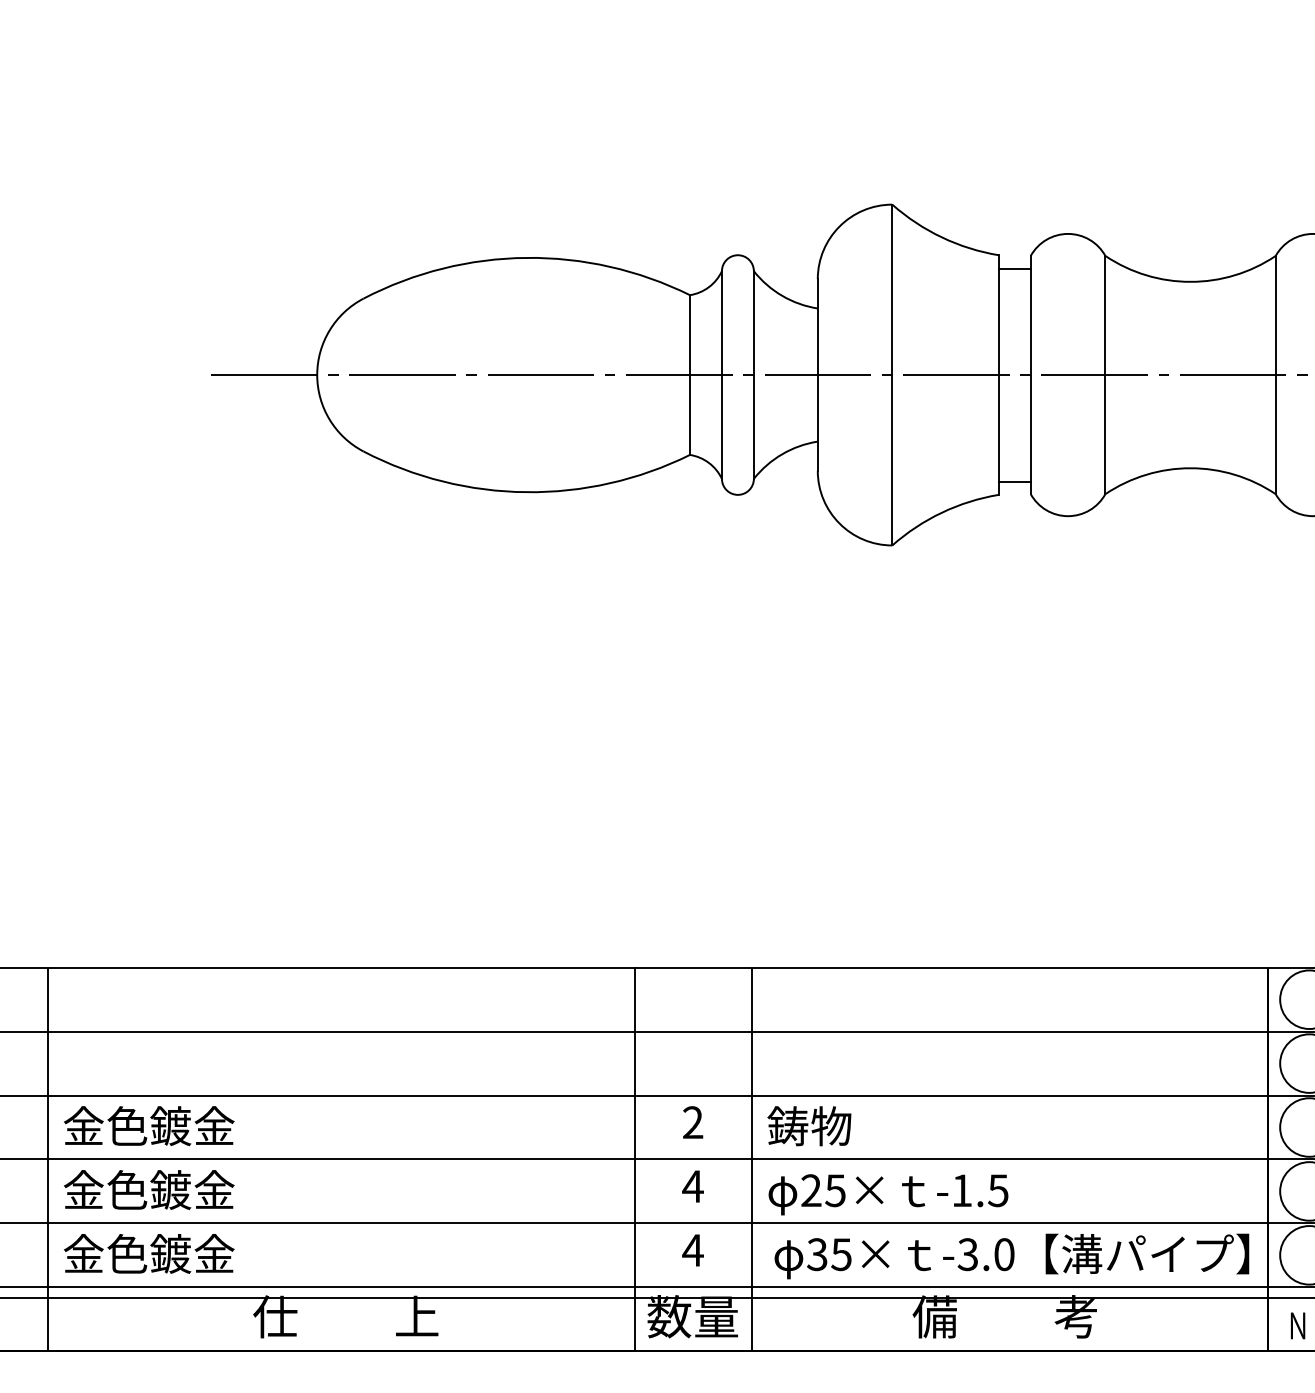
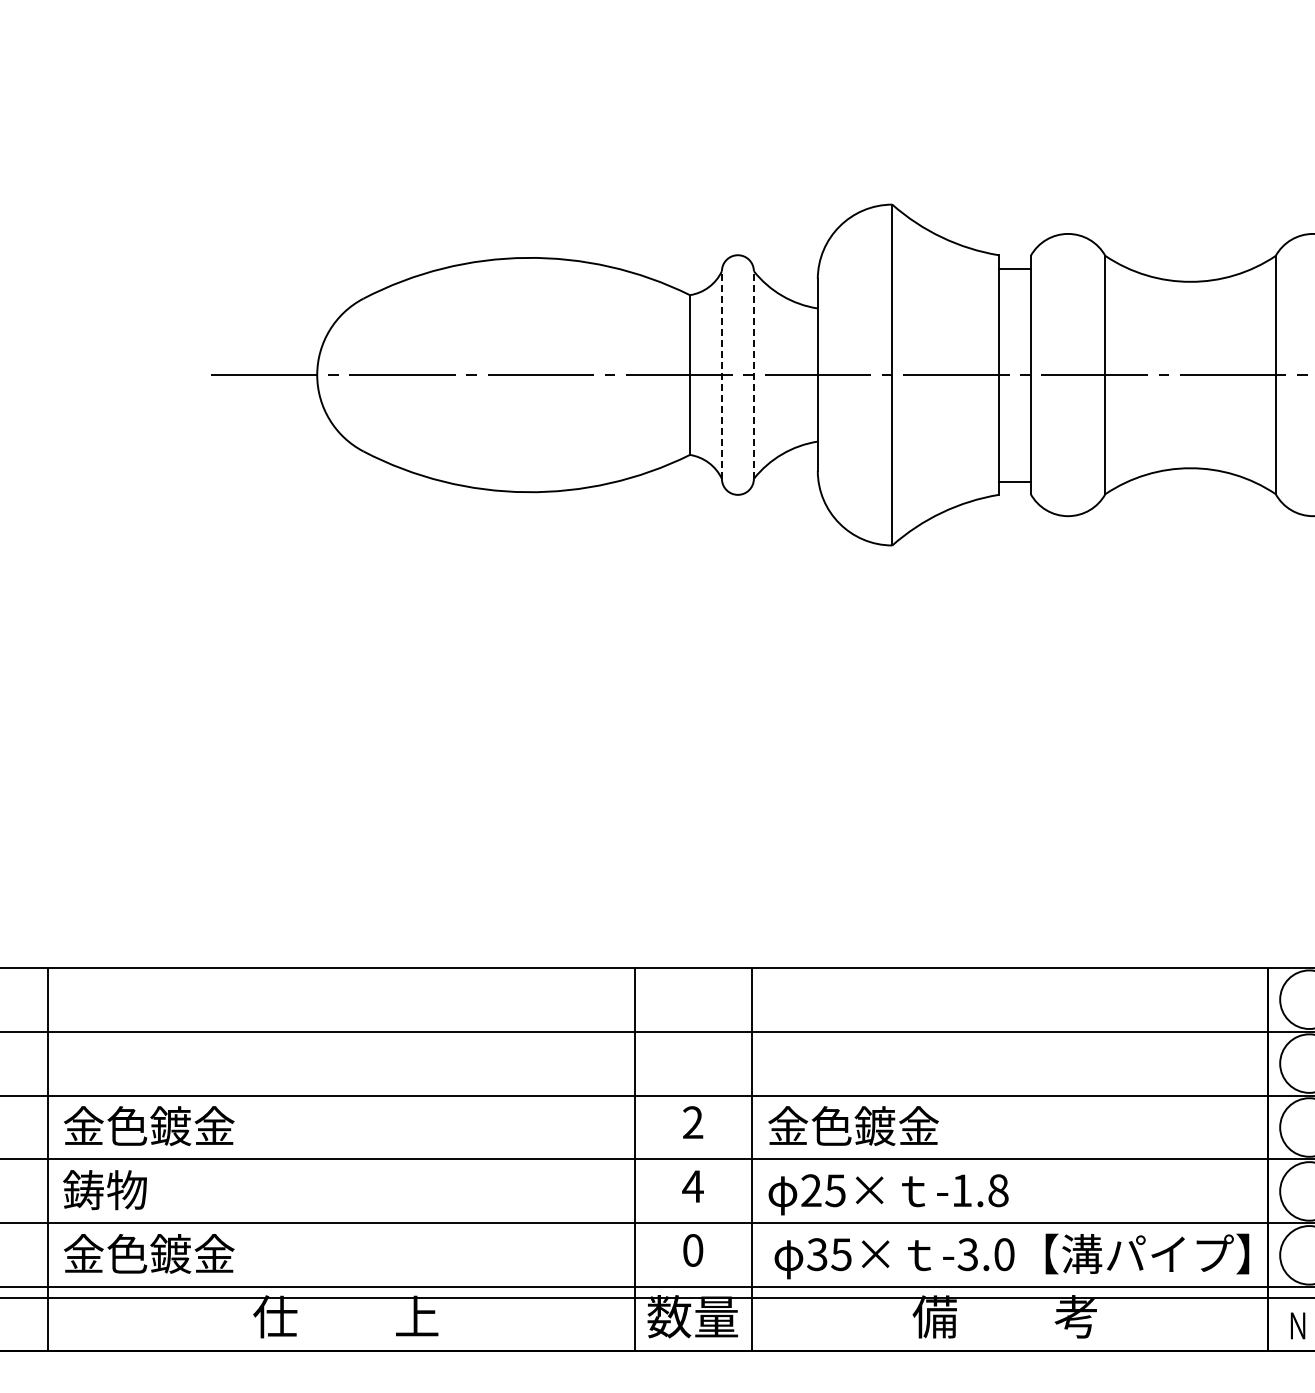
line at (721, 375): solid -> dashed
line at (753, 375): solid -> dashed
text at (852, 1126): 鋳物 -> 金色鍍金
text at (148, 1190): 金色鍍金 -> 鋳物
text at (998, 1190): -1.5 -> -1.8
text at (692, 1250): 4 -> 0
